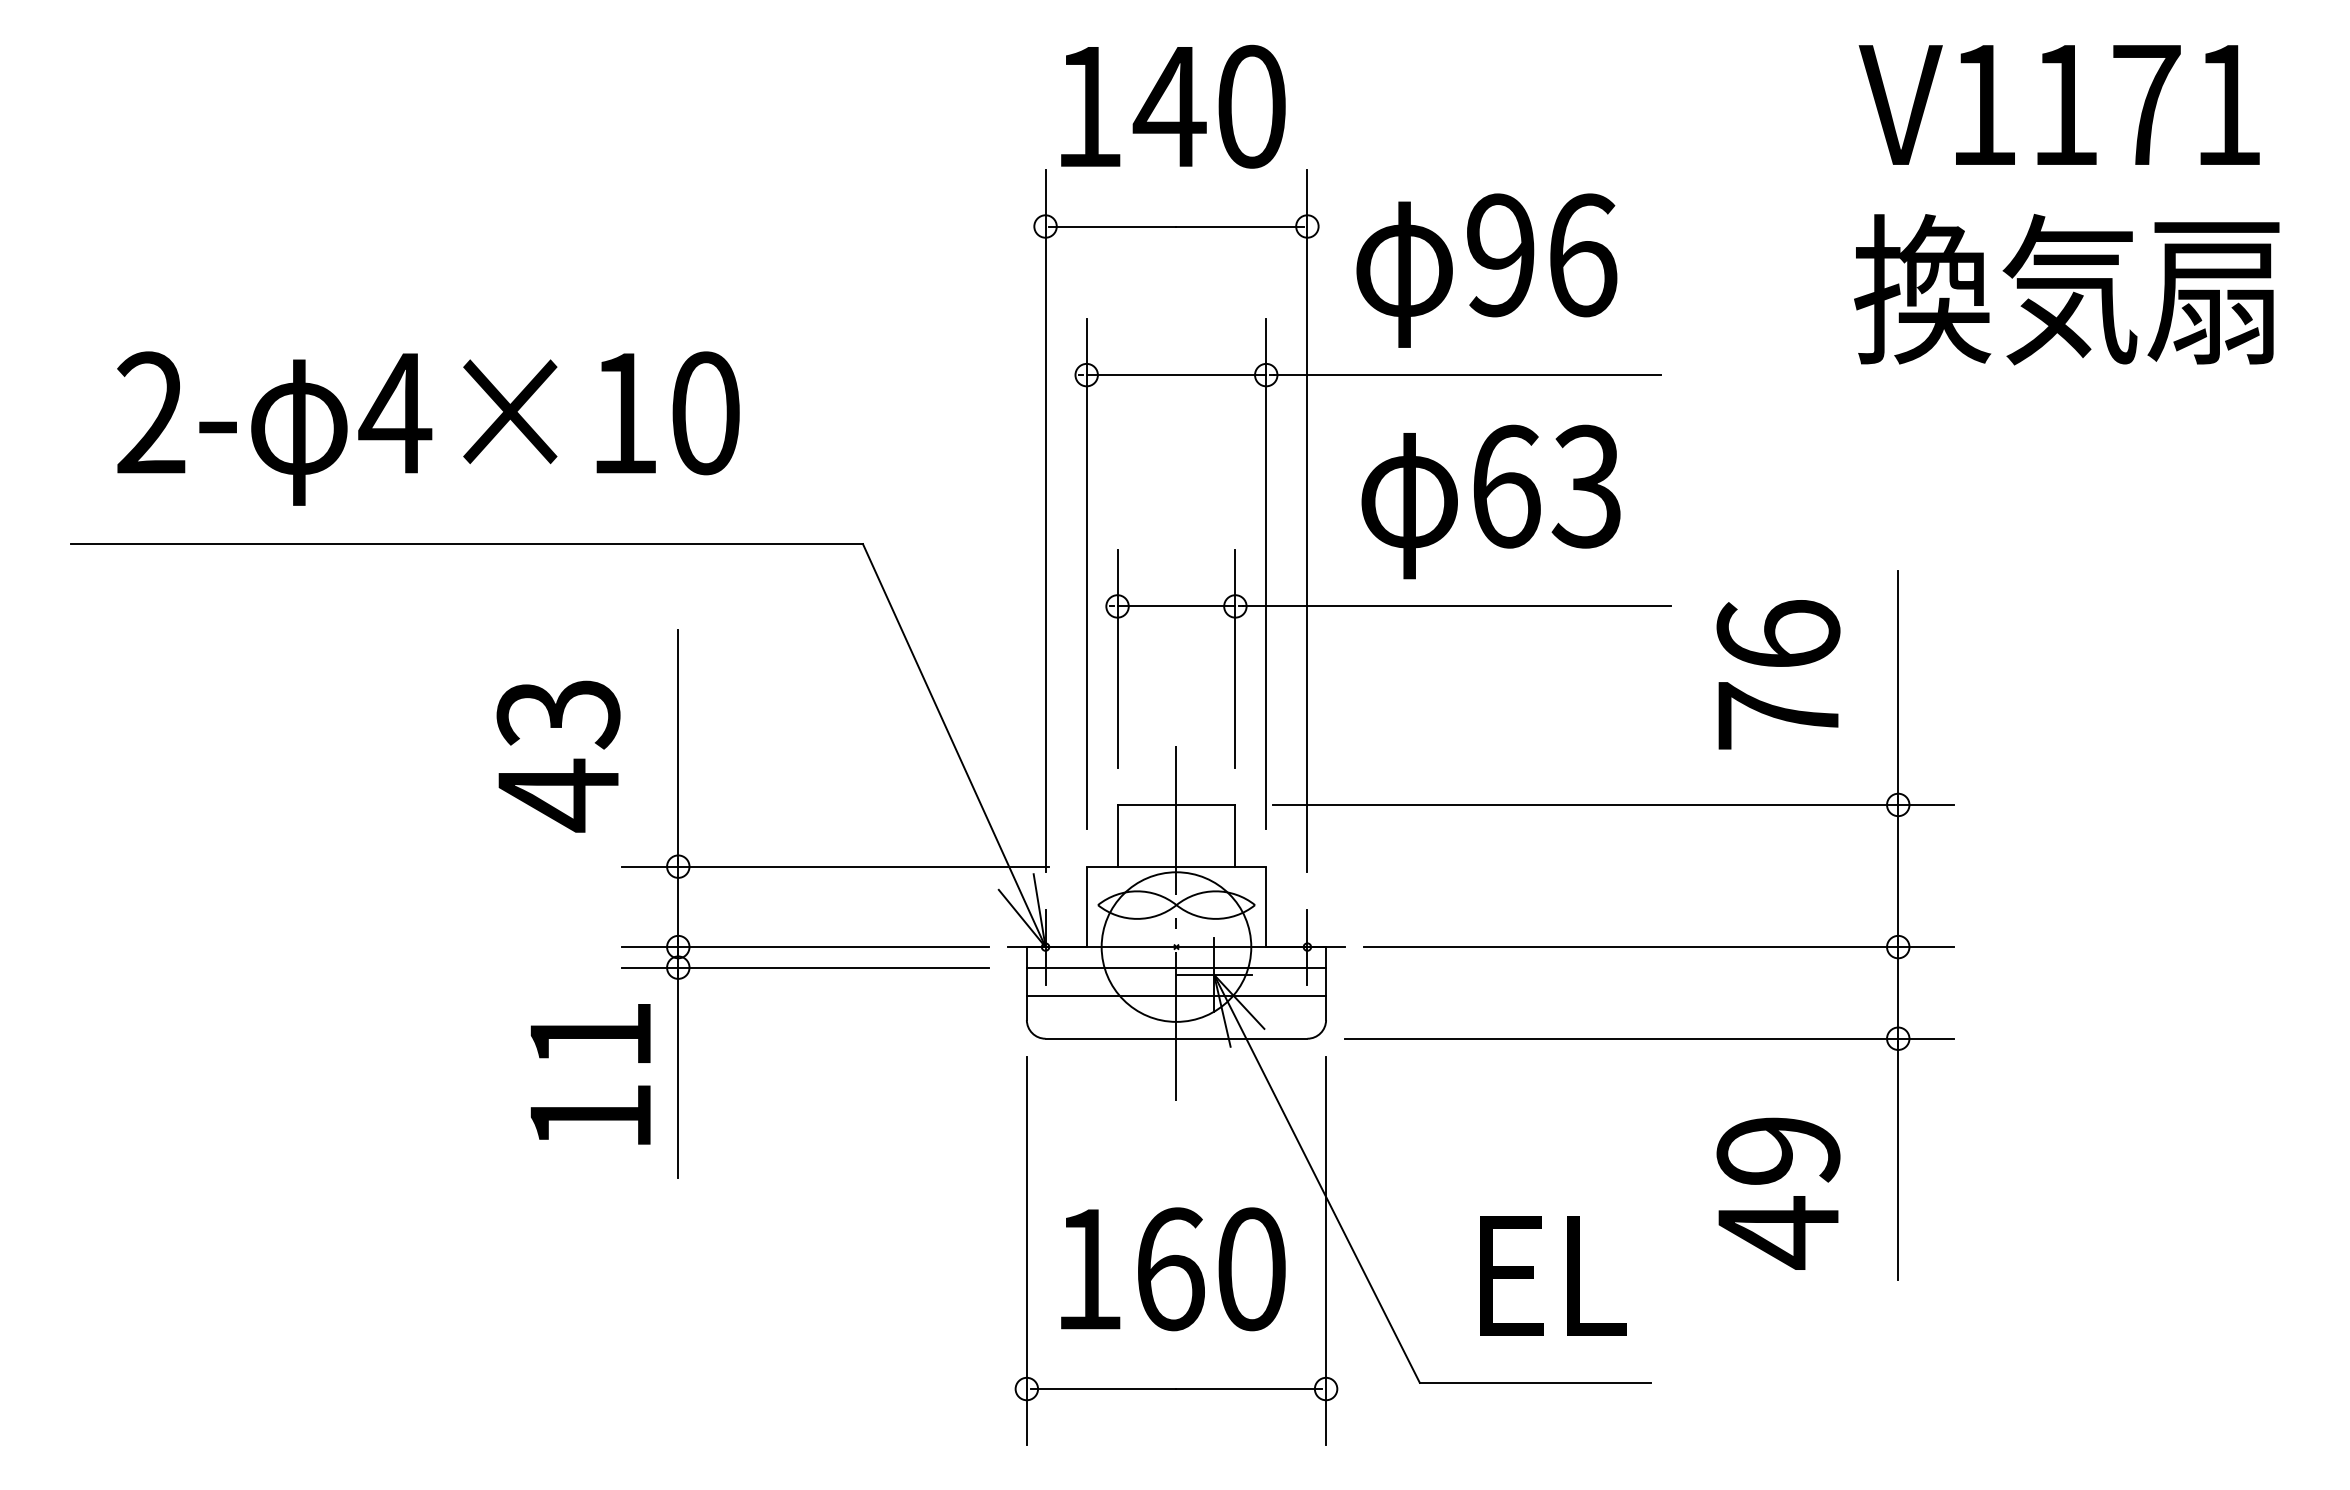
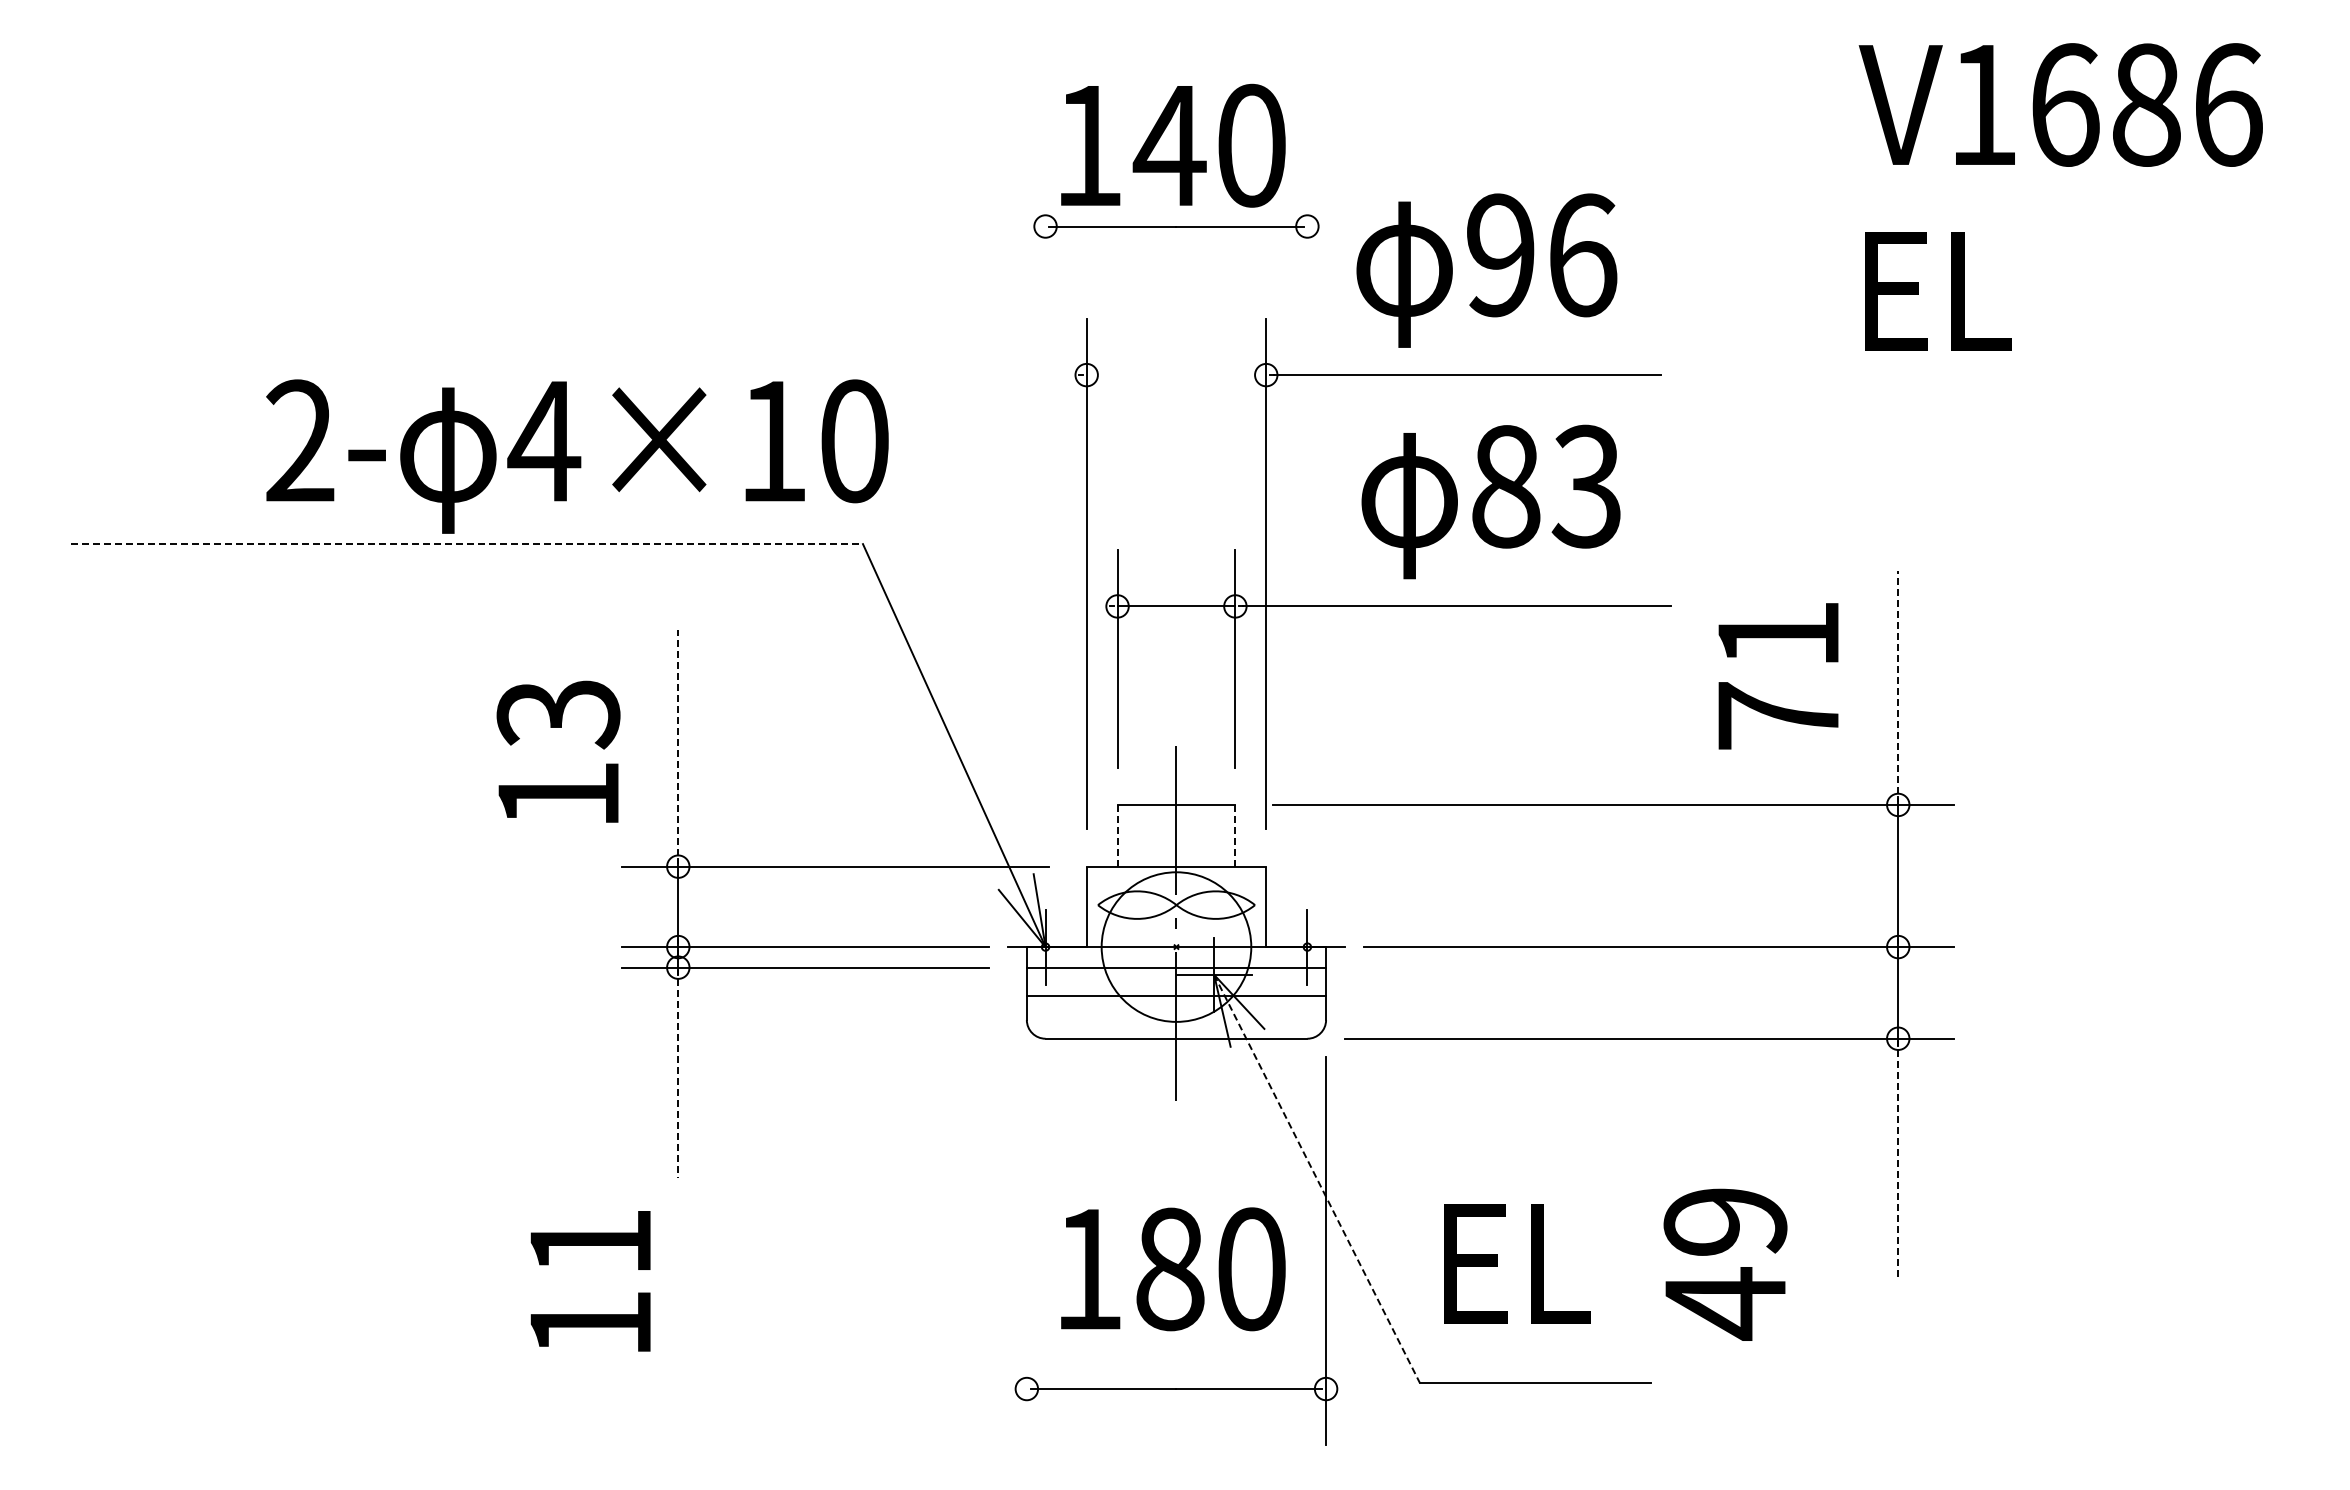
text at (2147, 104): V1171 -> V1686
text at (1173, 106) position: (1173, 106) -> (1173, 145)
text at (2066, 289): 換気扇 -> EL
line at (1176, 375): present -> none
text at (428, 428) position: (428, 428) -> (577, 456)
text at (1506, 486): 63 -> 83
line at (1045, 521): present -> none
line at (1307, 521): present -> none
line at (467, 544): solid -> dashed
text at (1778, 633): 76 -> 71
line at (1898, 687): solid -> dashed
line at (678, 747): solid -> dashed
text at (558, 795): 43 -> 13
line at (1117, 835): solid -> dashed
line at (1235, 835): solid -> dashed
line at (678, 1073): solid -> dashed
text at (590, 1074) position: (590, 1074) -> (590, 1281)
line at (1898, 1159): solid -> dashed
line at (1317, 1179): solid -> dashed
text at (1778, 1193) position: (1778, 1193) -> (1725, 1264)
line at (1026, 1251): present -> none
text at (1170, 1269): 160 -> 180
text at (1553, 1275) position: (1553, 1275) -> (1517, 1263)
